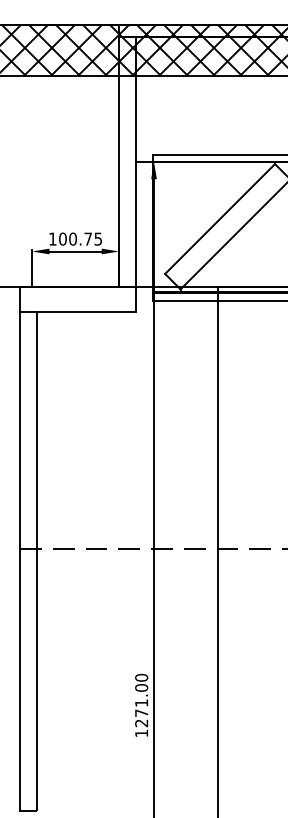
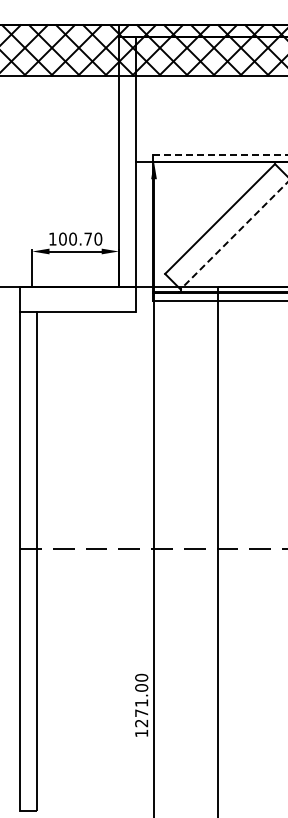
line at (220, 155): solid -> dashed
line at (234, 235): solid -> dashed
text at (98, 238): 100.75 -> 100.70
